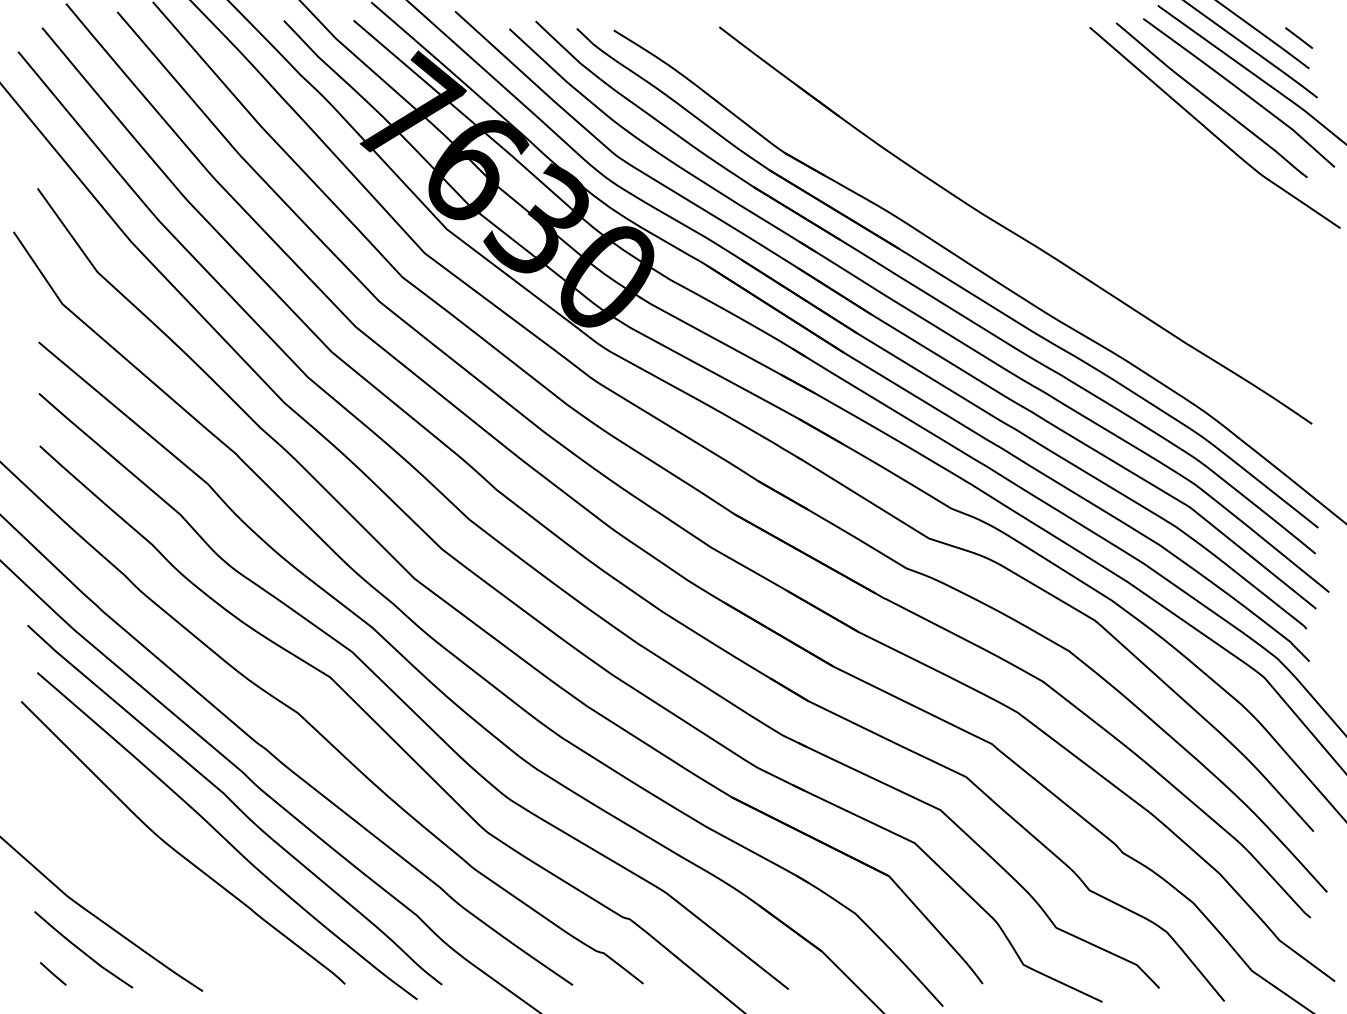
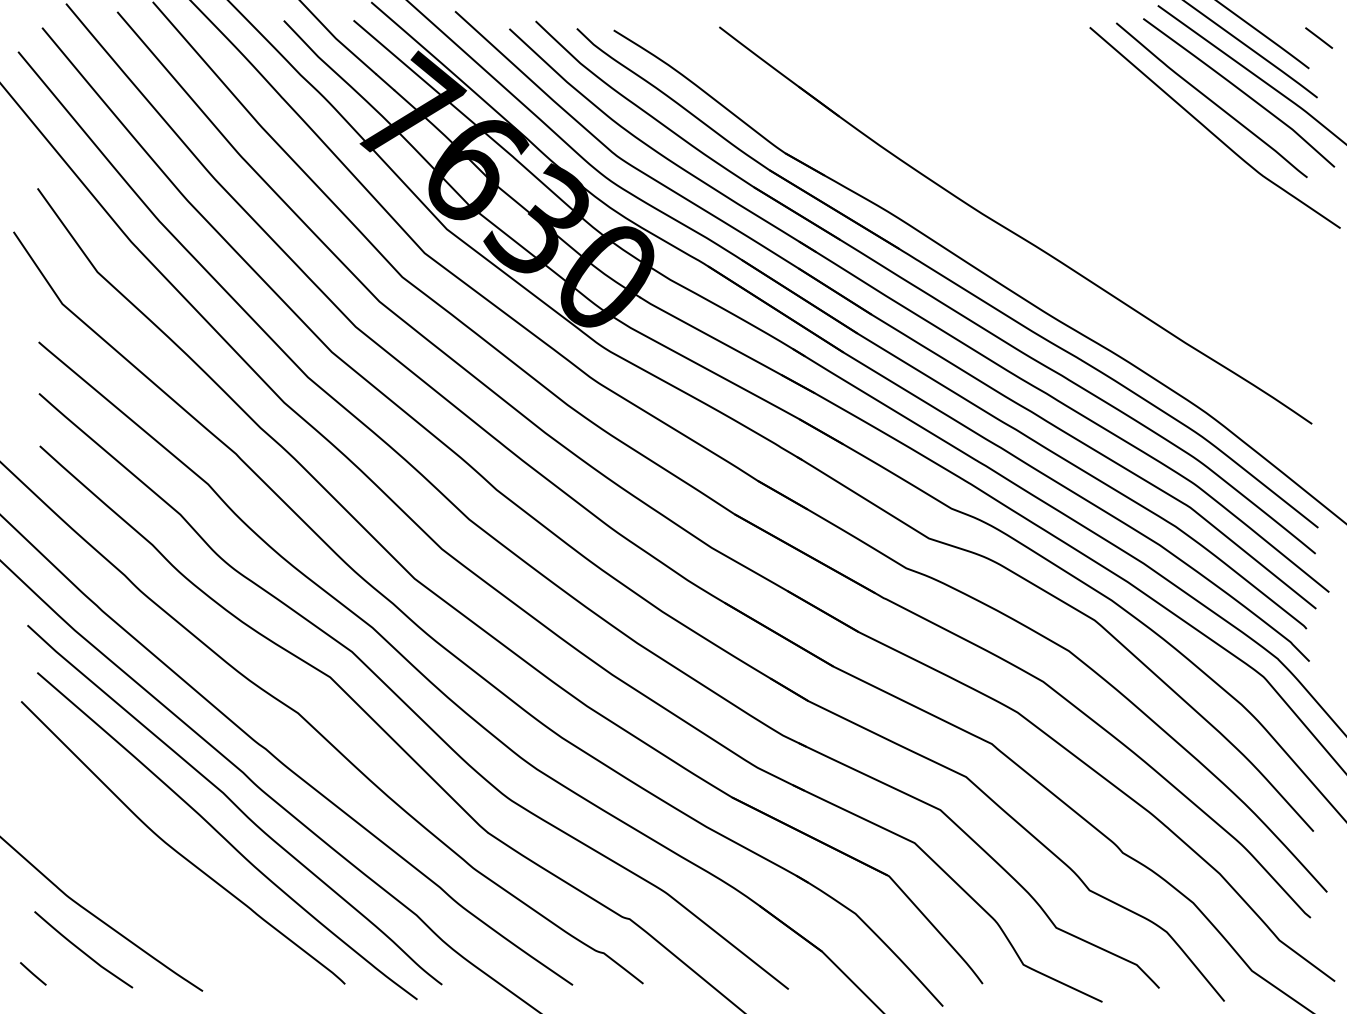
line at (1299, 37) position: (1299, 37) -> (1319, 37)
line at (53, 973) position: (53, 973) -> (33, 973)
